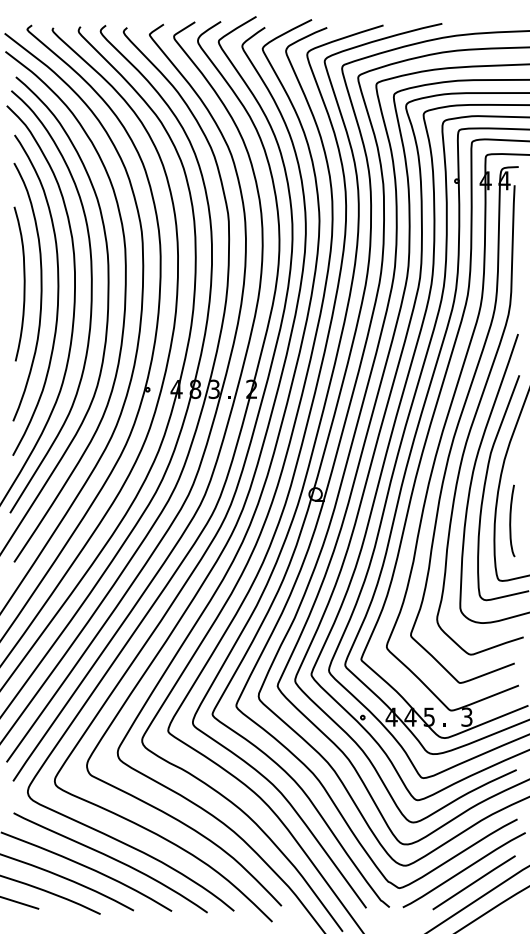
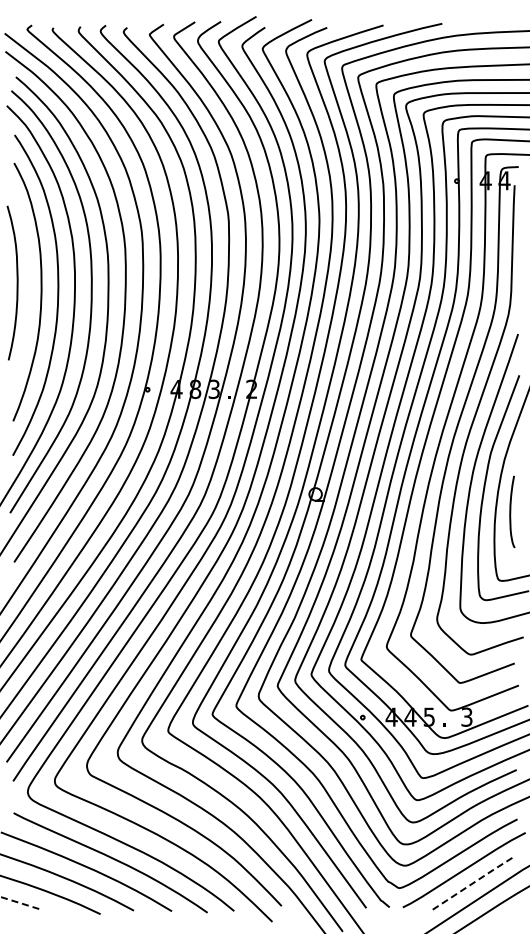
curve at (23, 283) position: (23, 283) -> (16, 282)
curve at (511, 520) position: (511, 520) -> (511, 511)
line at (474, 882): solid -> dashed
line at (19, 902): solid -> dashed
